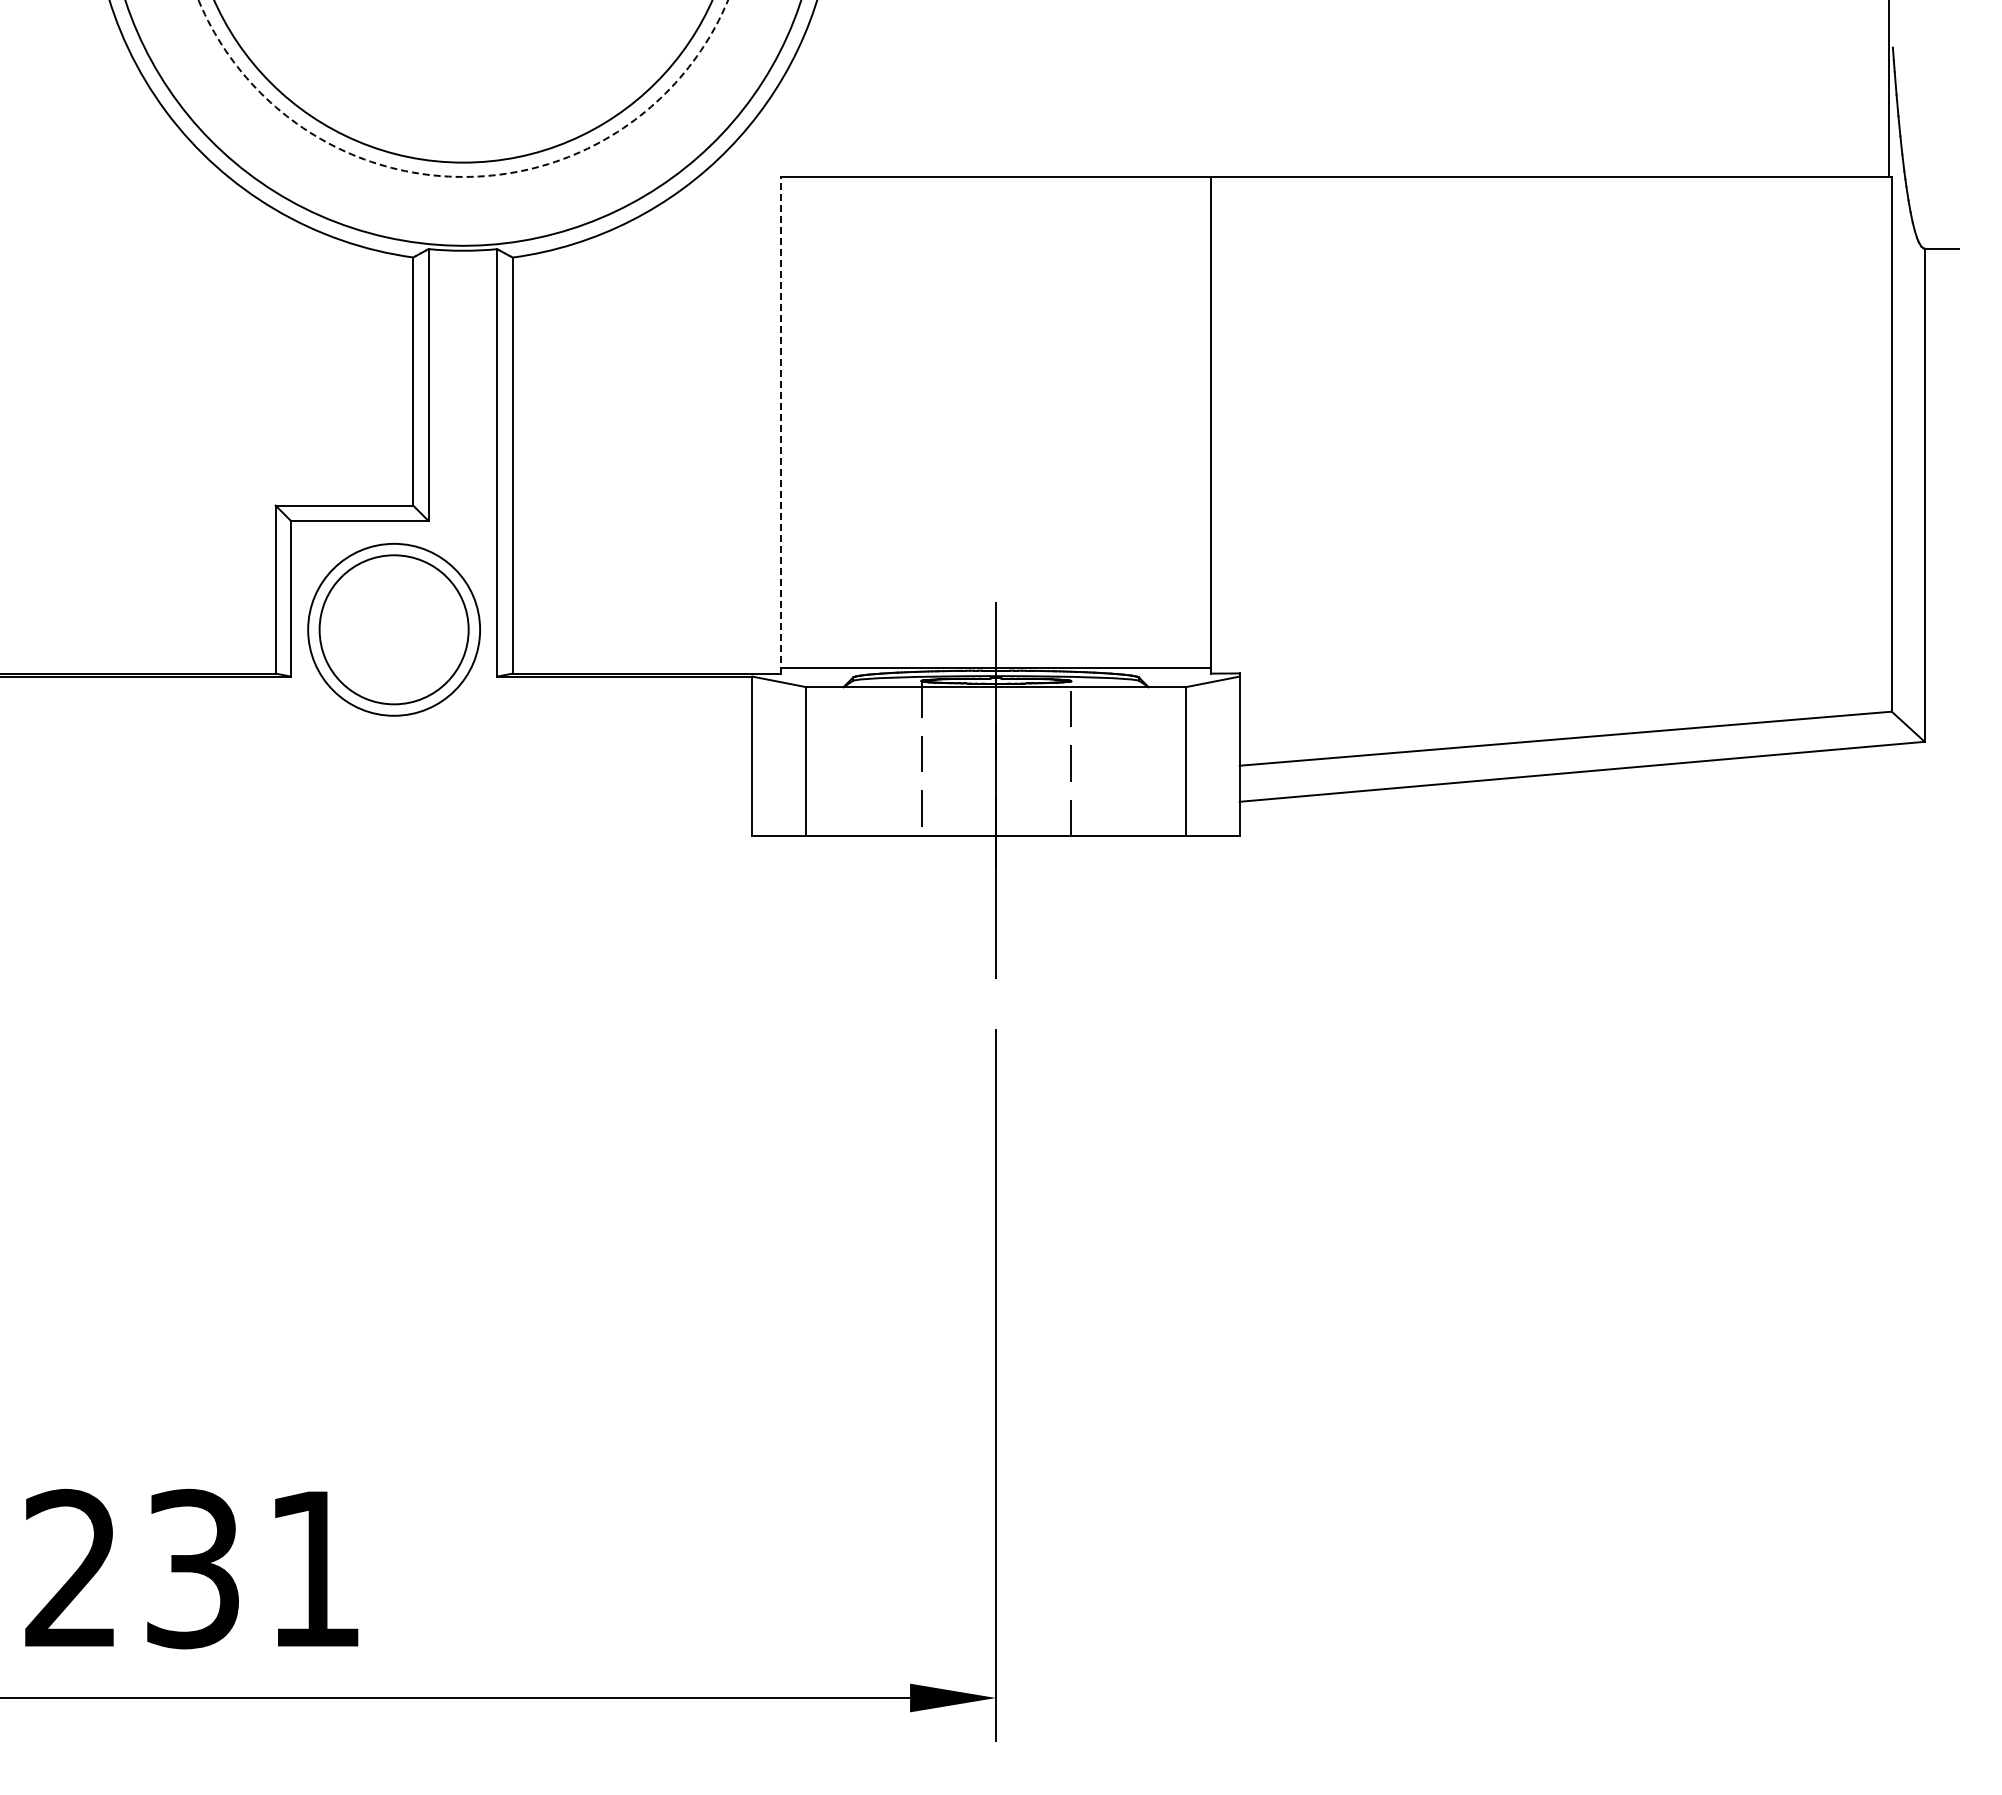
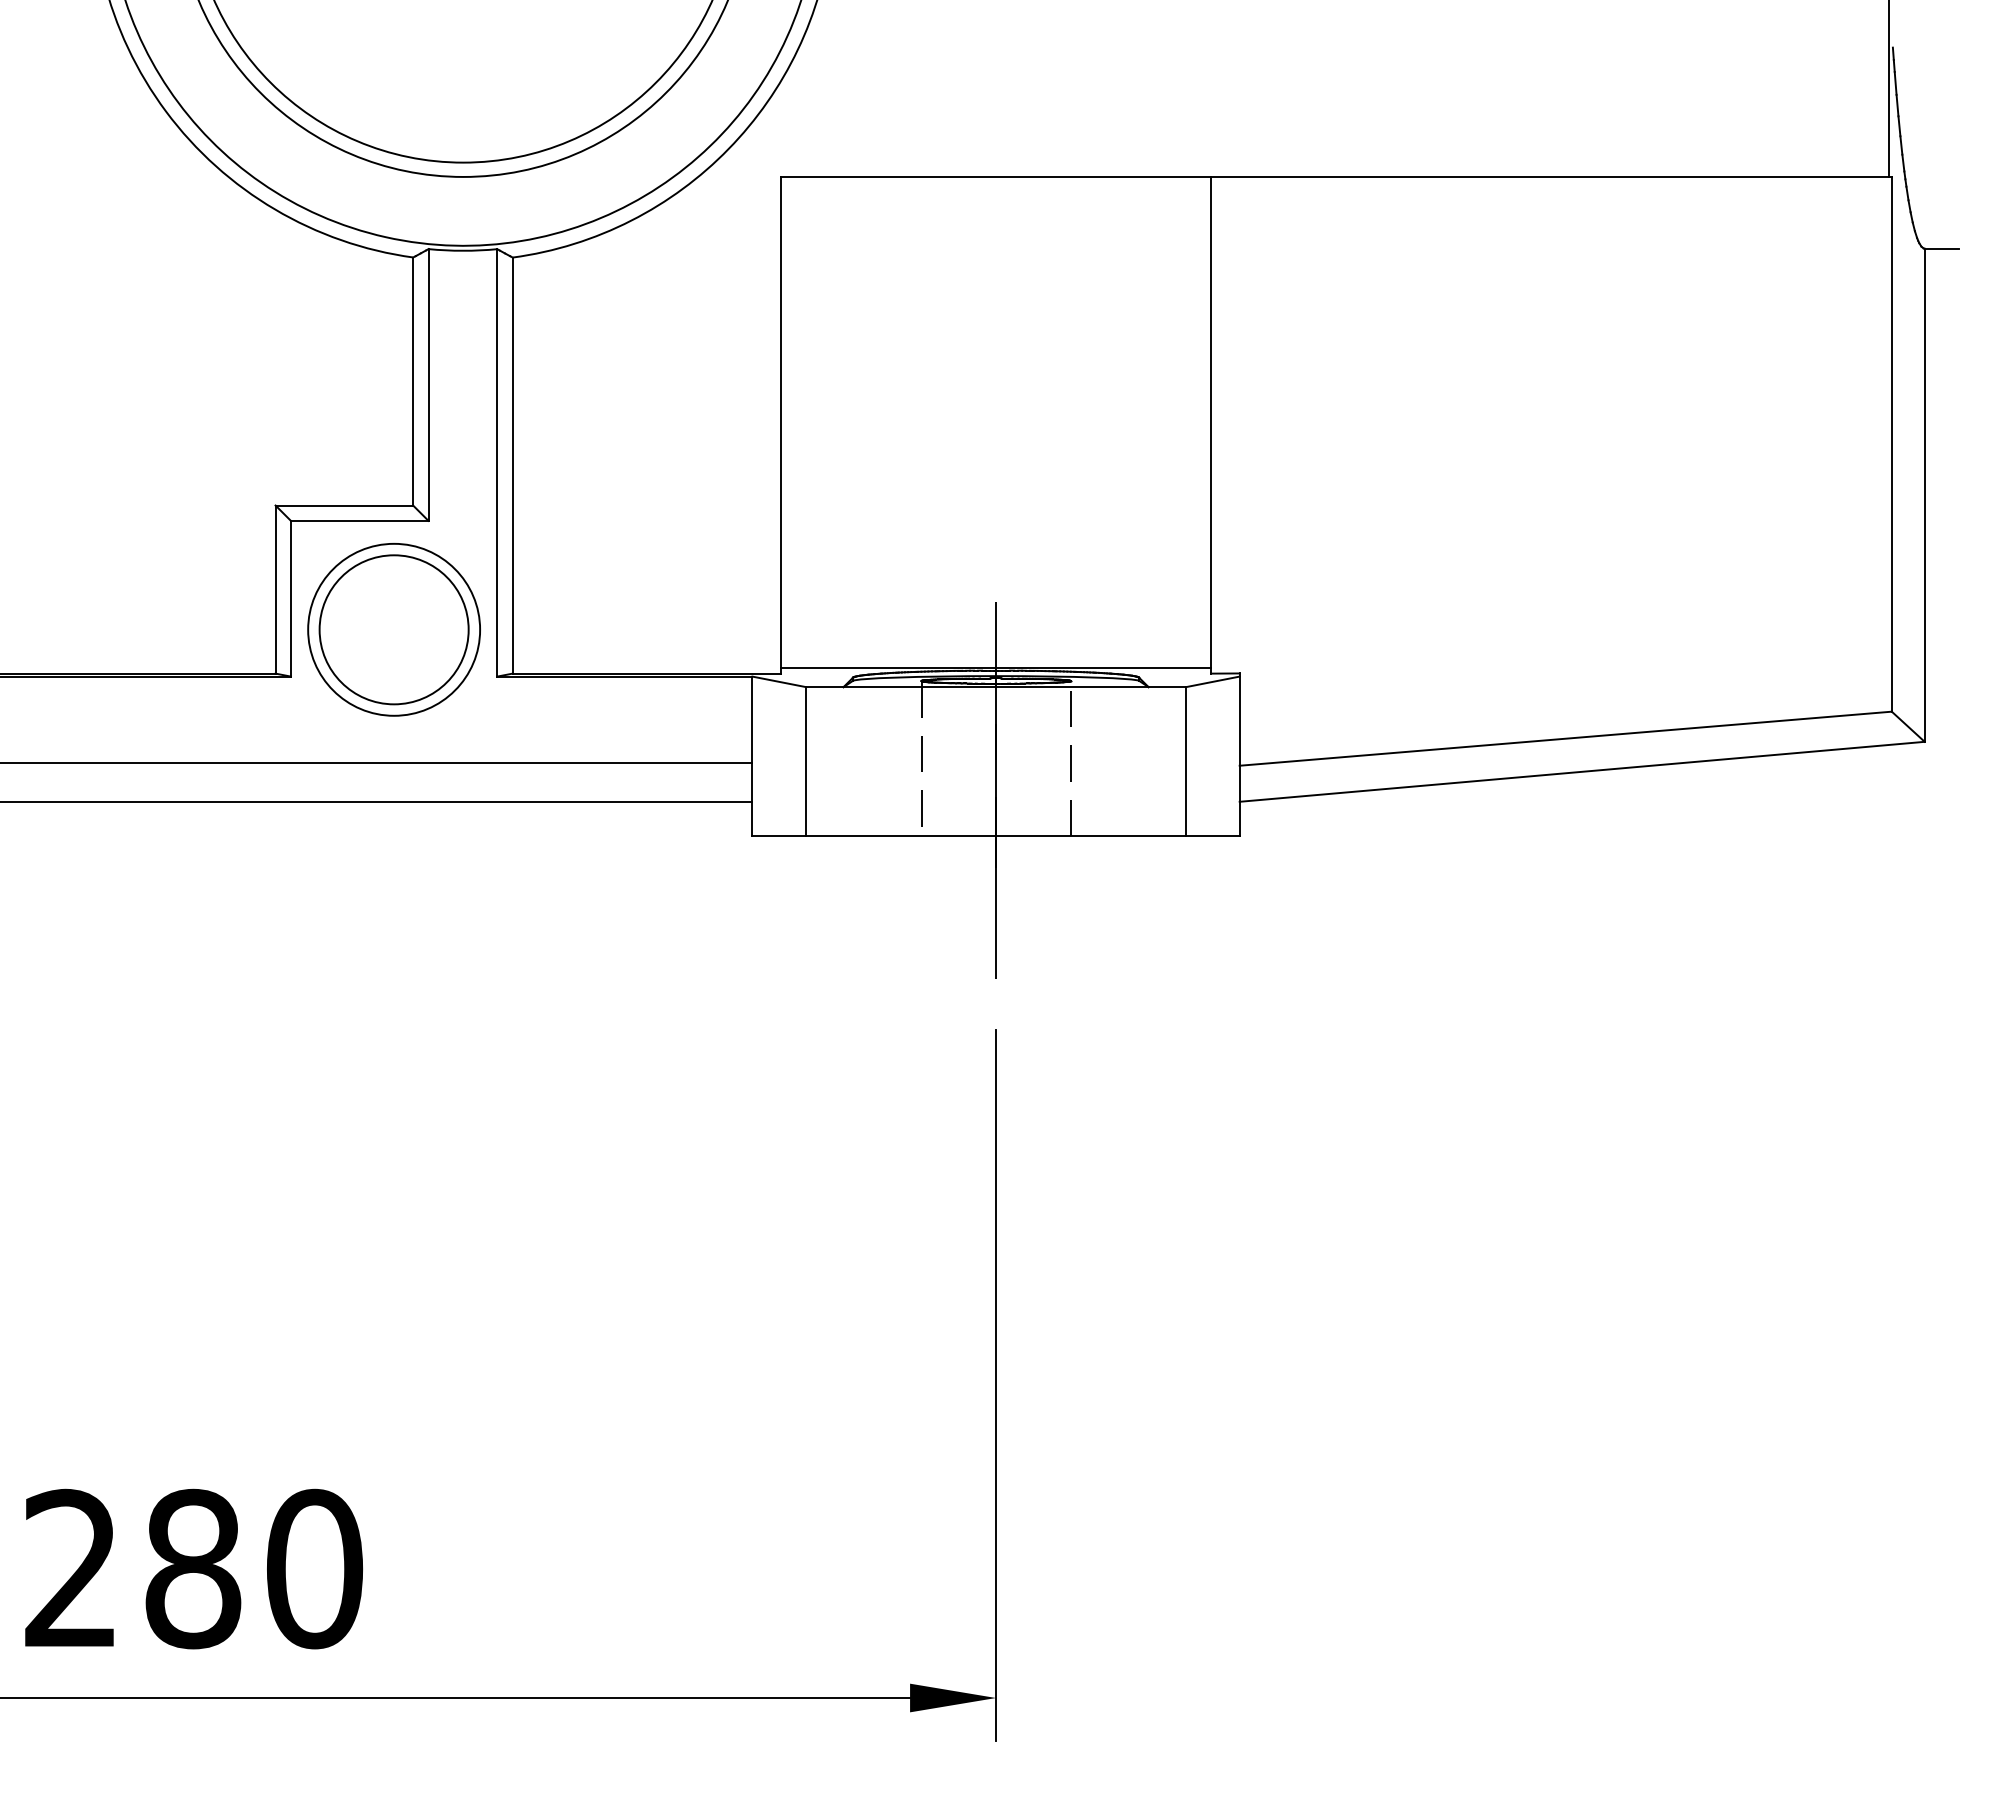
circle at (463, 88): dashed -> solid
line at (781, 424): dashed -> solid
line at (377, 762): none -> present
line at (377, 801): none -> present
text at (254, 1568): 231 -> 280
